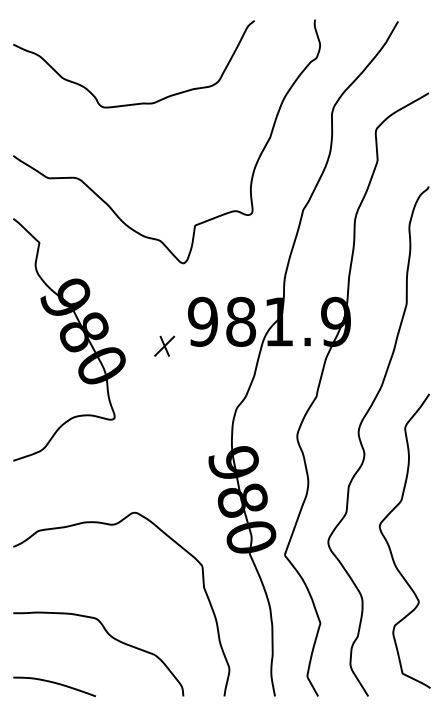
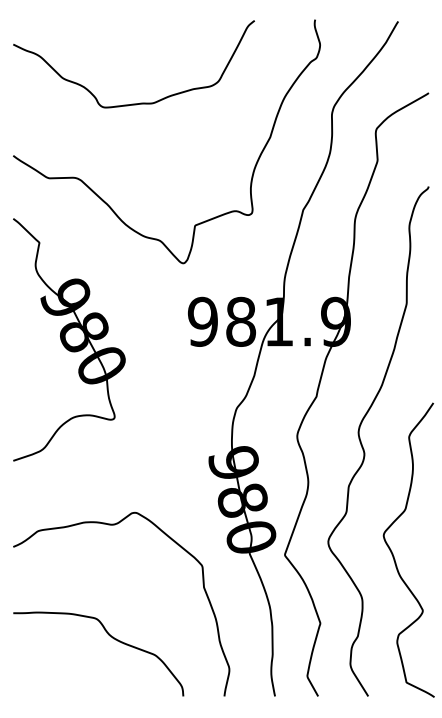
part at (164, 345): present -> none
curve at (389, 544) position: (389, 544) -> (393, 553)
curve at (56, 684): present -> none
